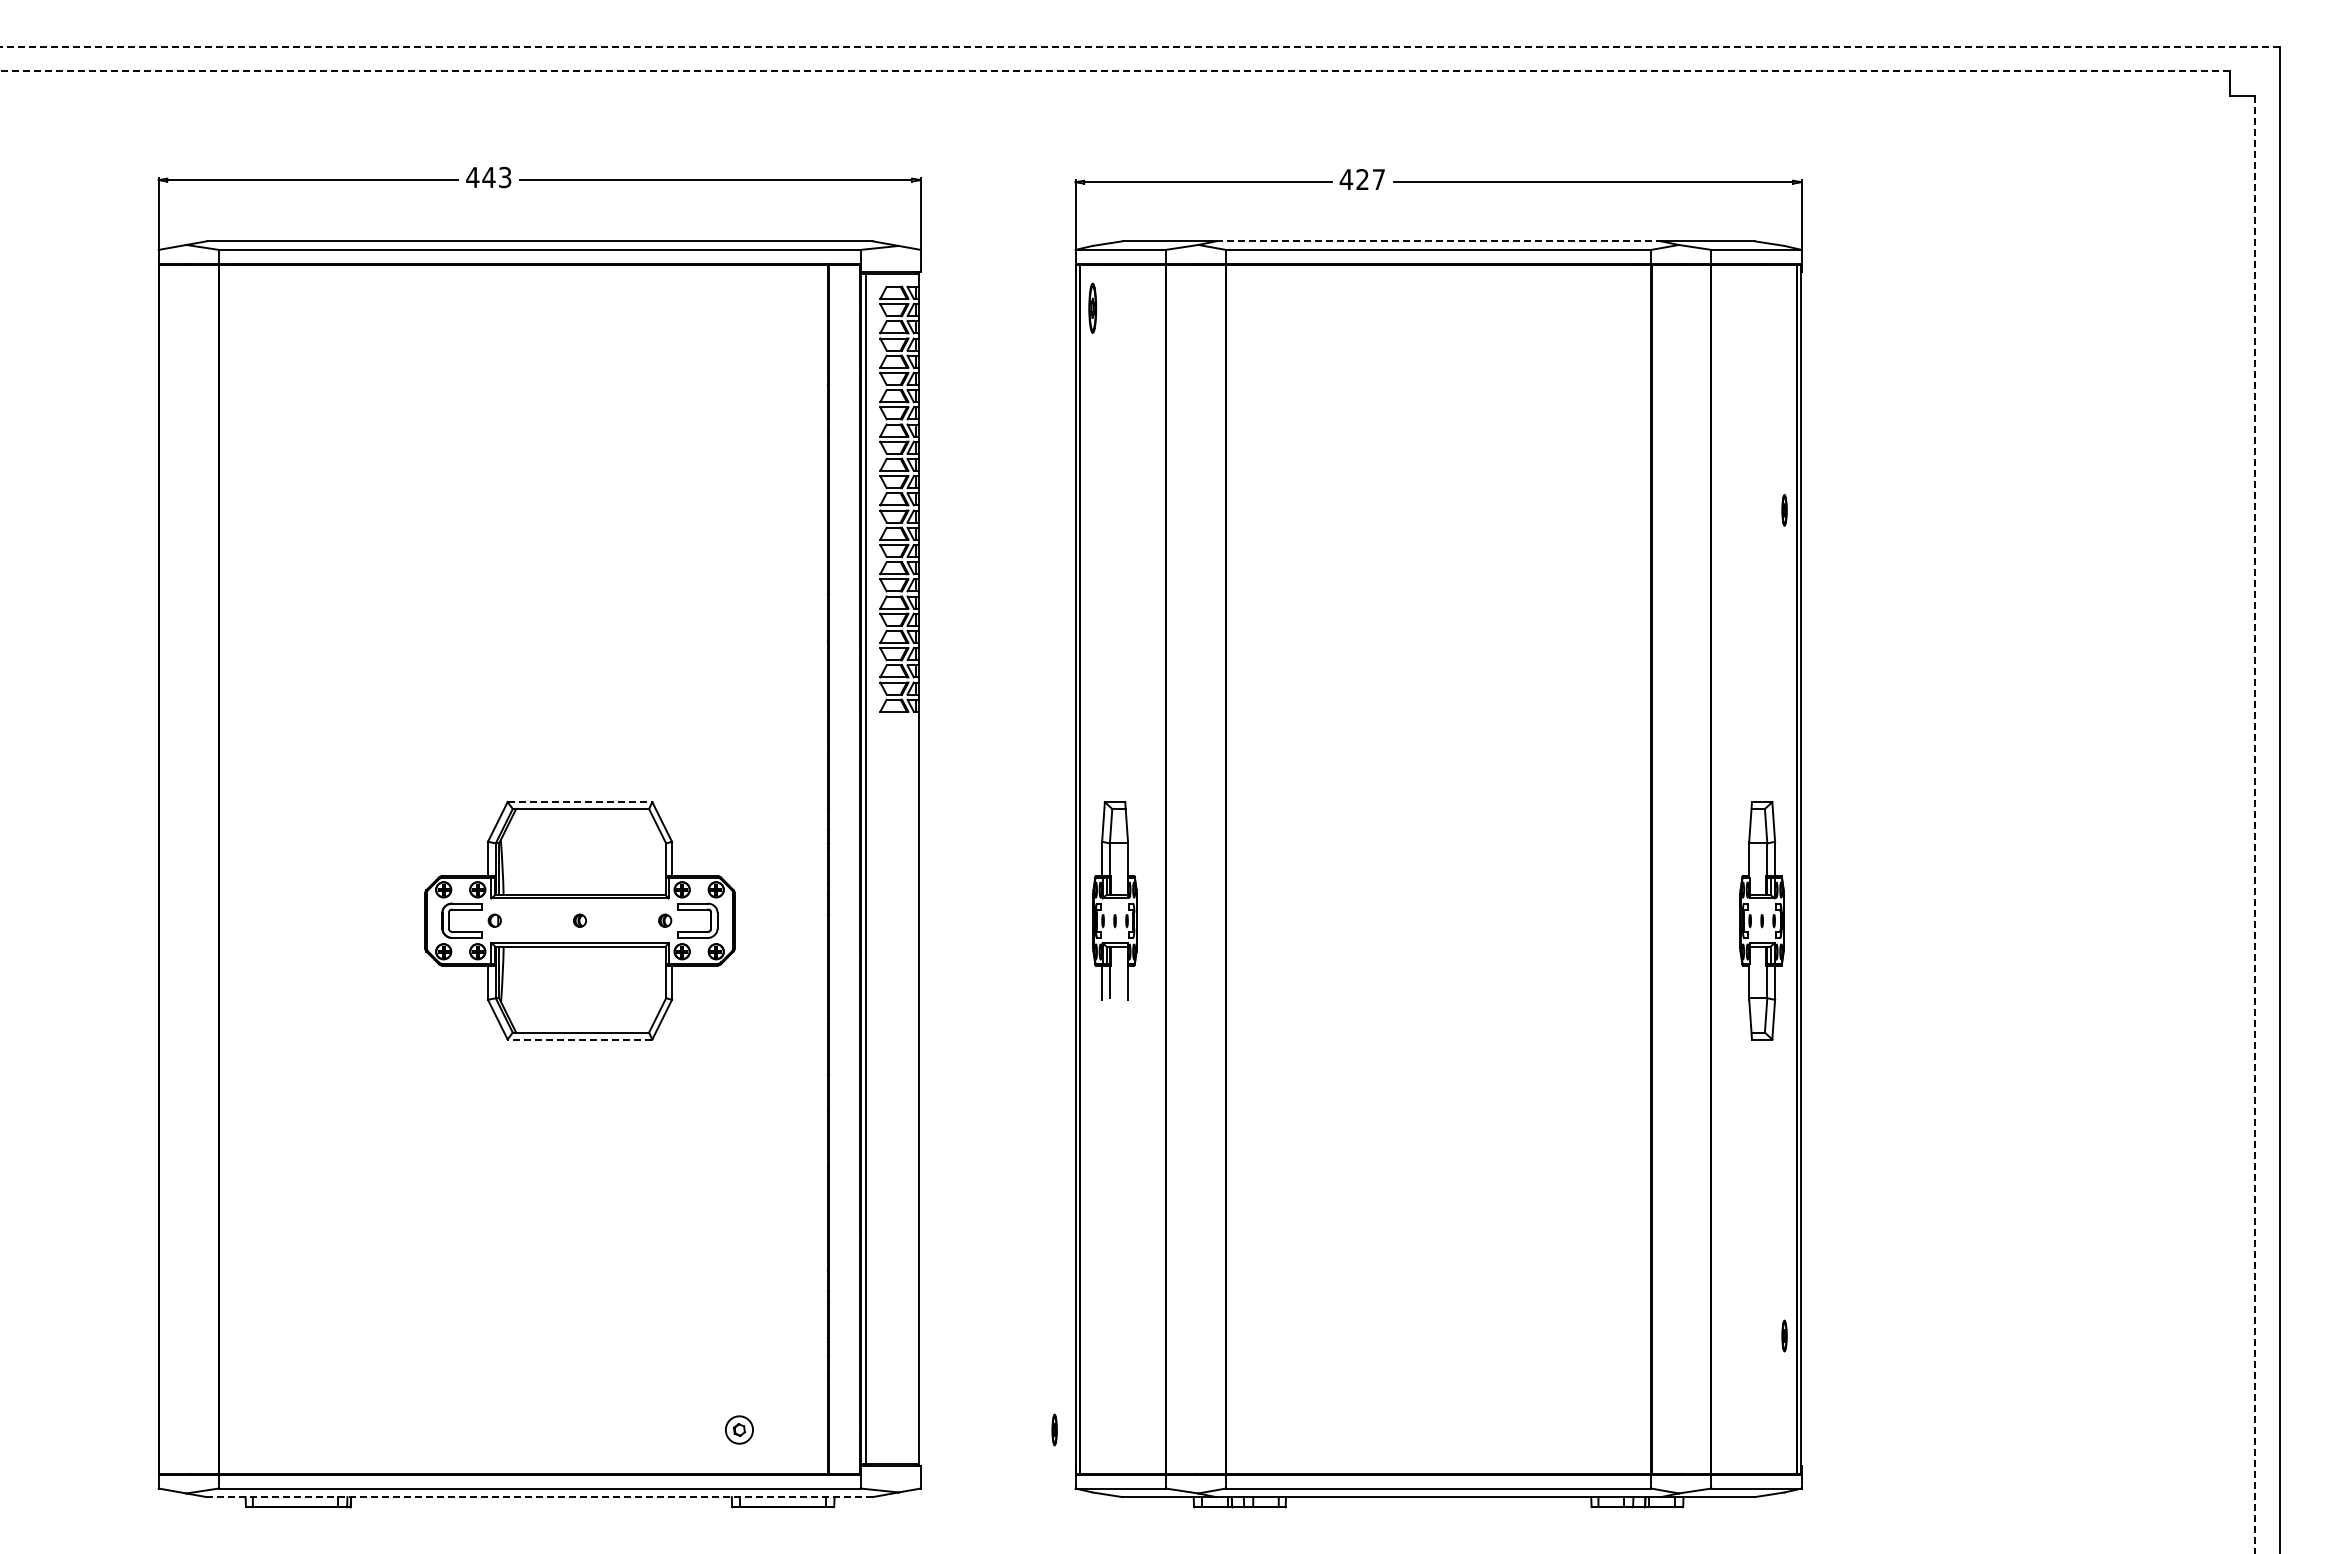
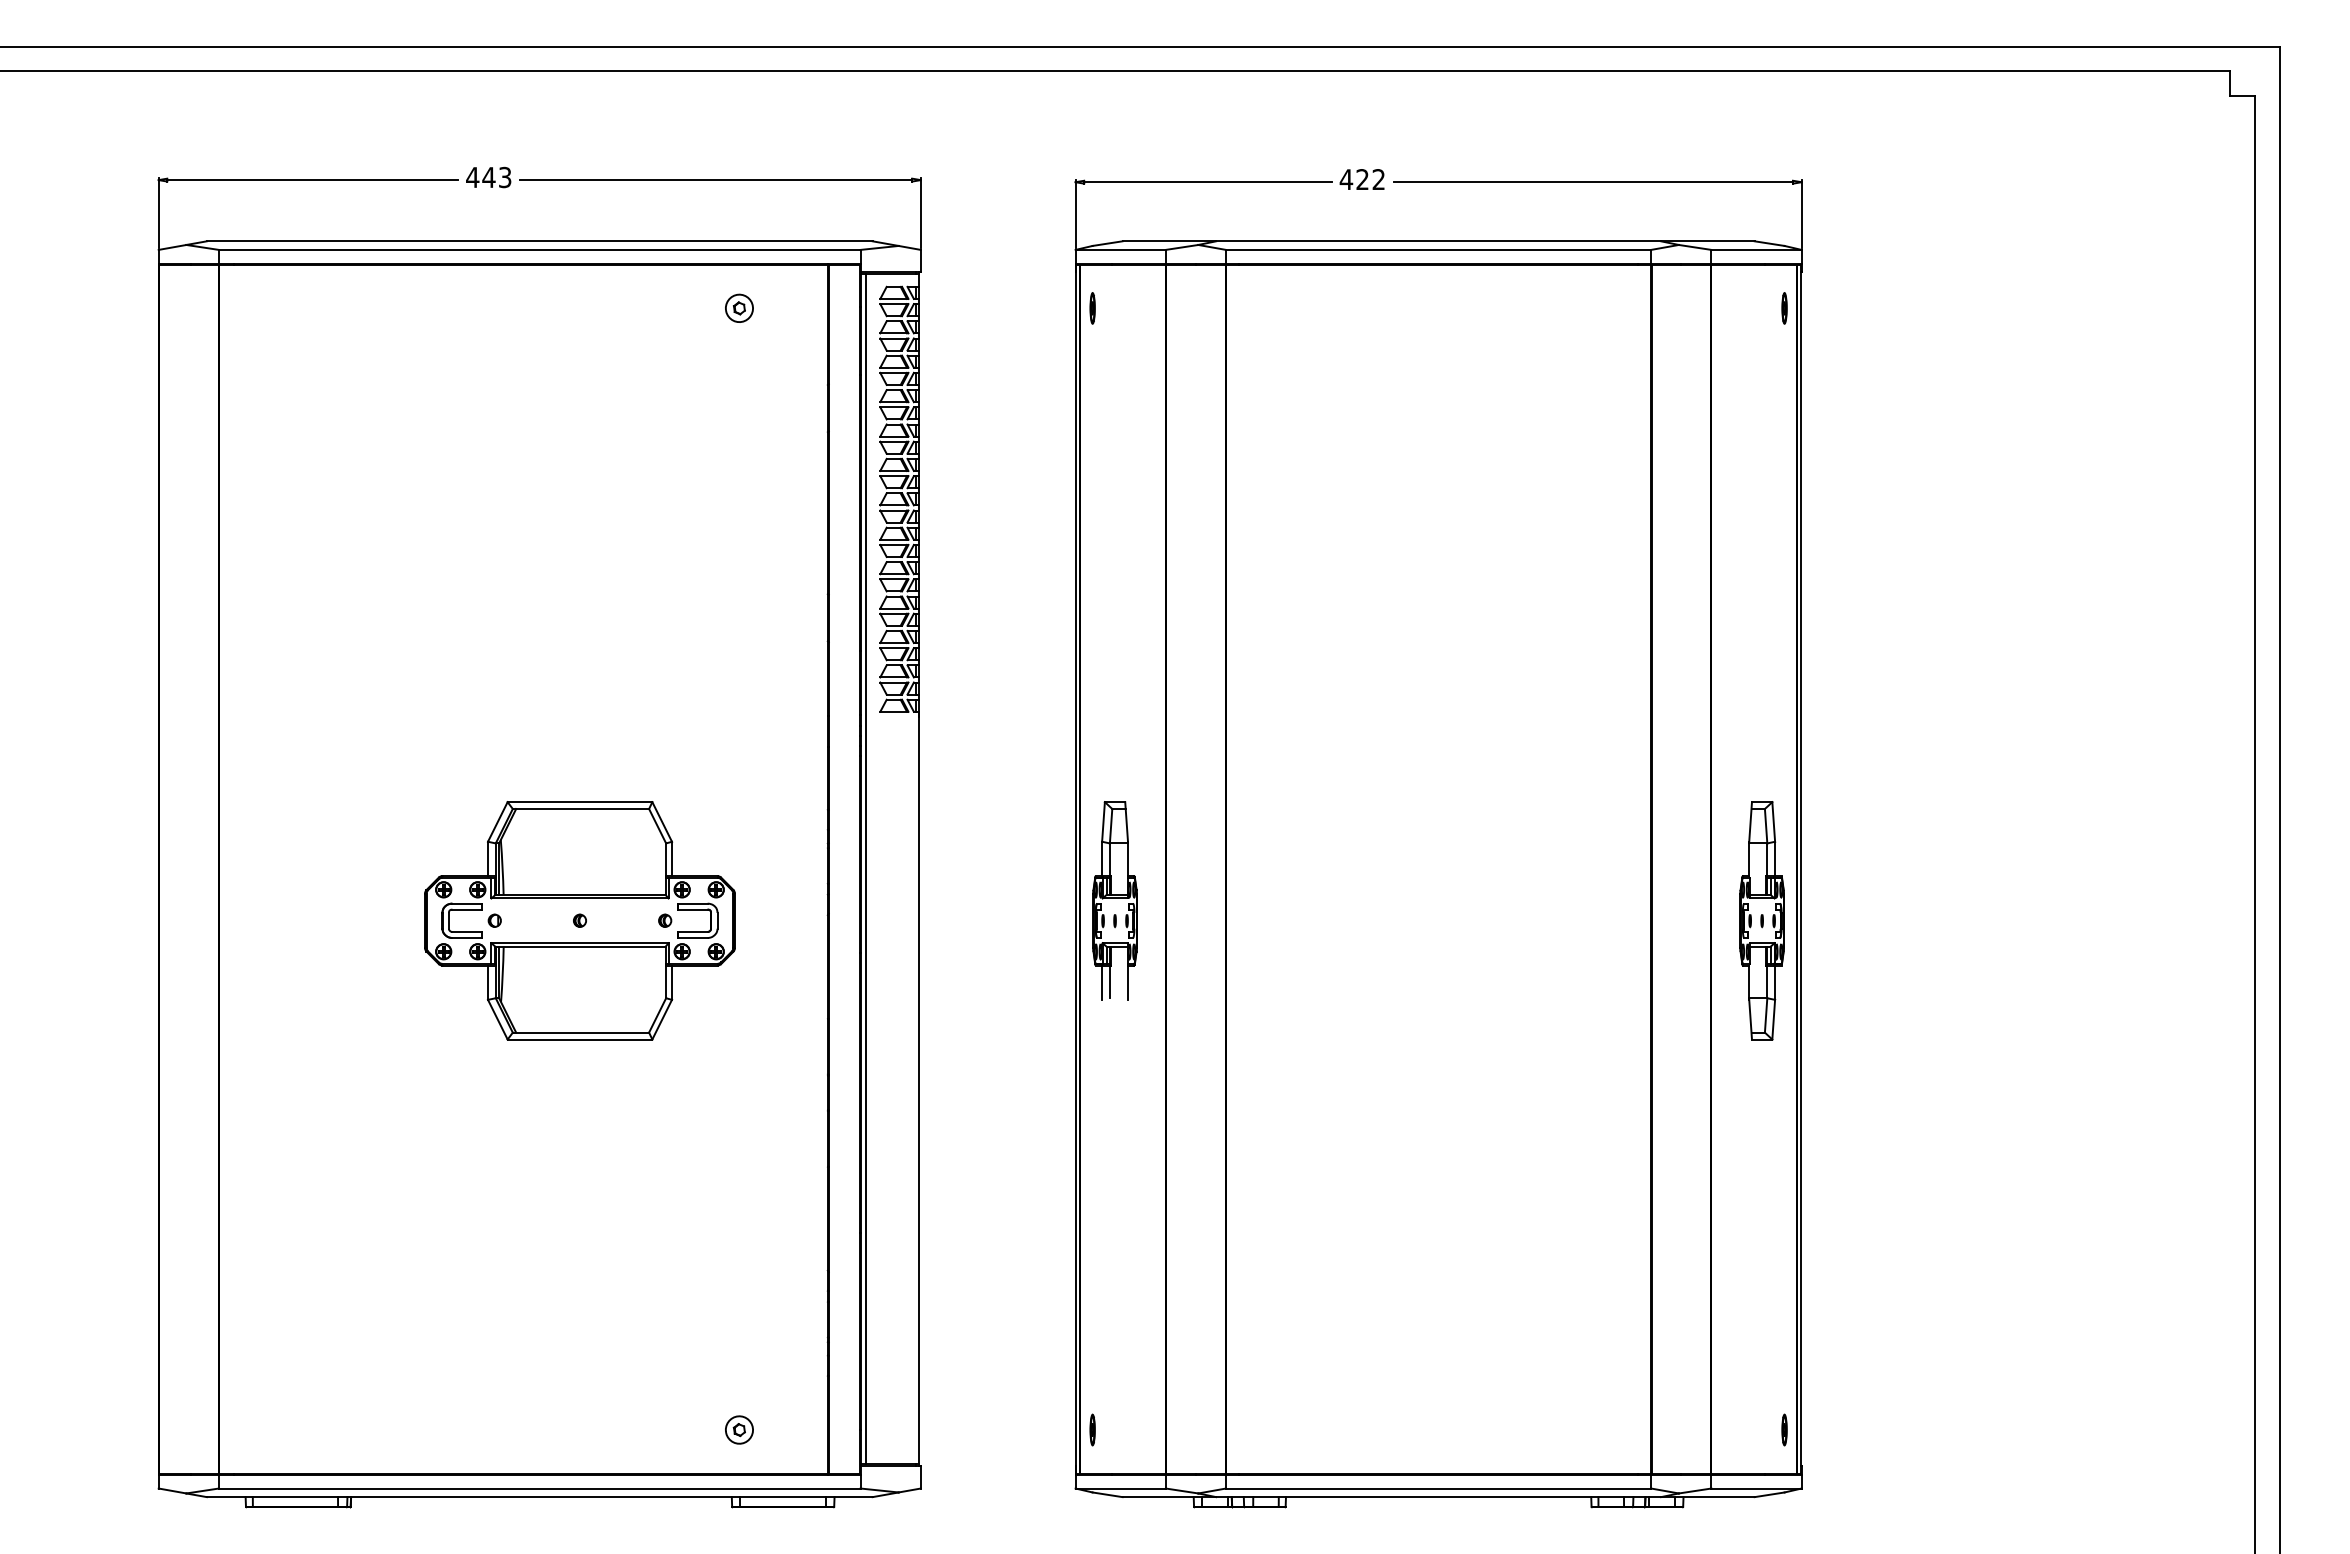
line at (1139, 46): dashed -> solid
line at (1114, 71): dashed -> solid
text at (1378, 179): 427 -> 422
line at (1439, 241): dashed -> solid
part at (739, 307): none -> present
part at (1092, 307) size: 10x52 px -> 7x33 px
part at (1784, 510) position: (1784, 510) -> (1784, 308)
line at (580, 802): dashed -> solid
line at (2254, 825): dashed -> solid
line at (579, 1039): dashed -> solid
part at (1784, 1335) position: (1784, 1335) -> (1784, 1429)
part at (1054, 1429) position: (1054, 1429) -> (1092, 1429)
line at (539, 1497): dashed -> solid
